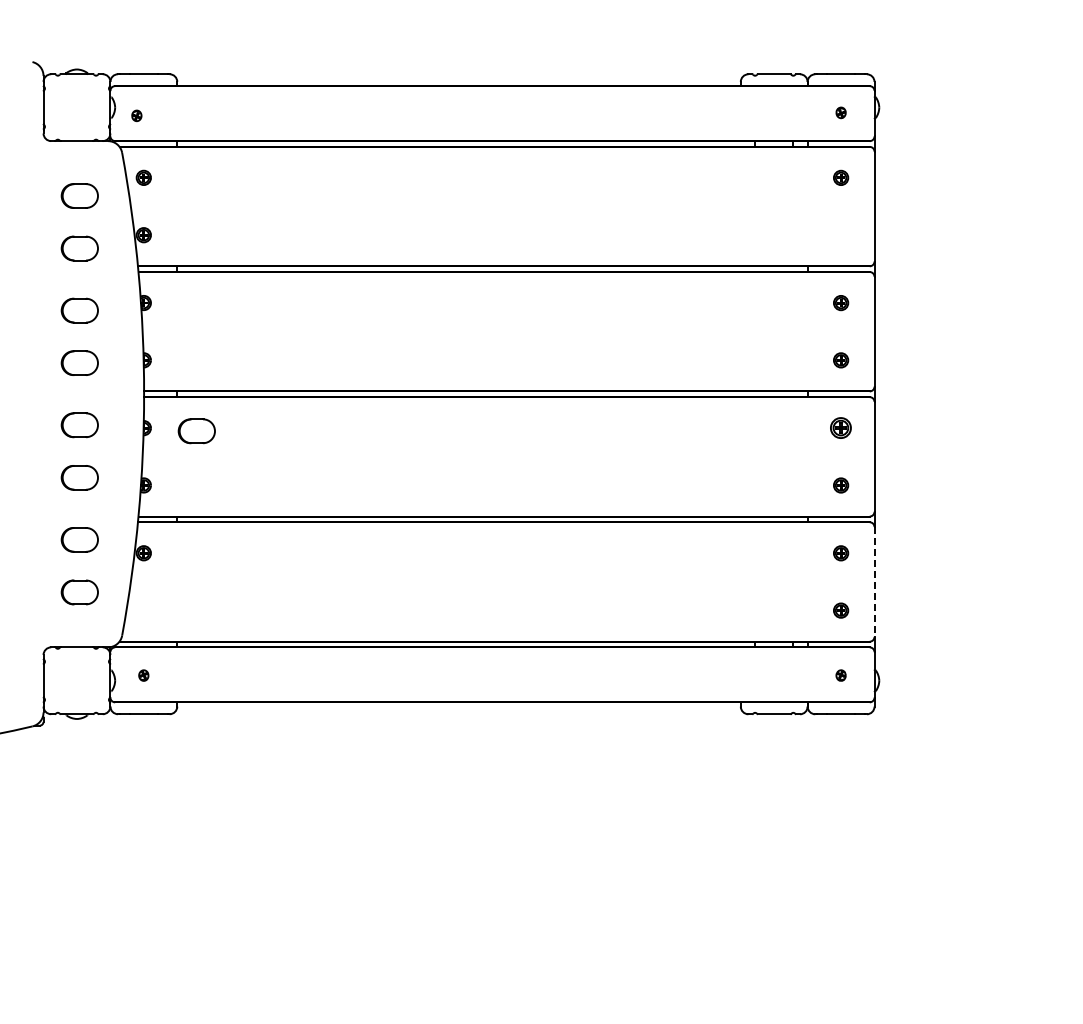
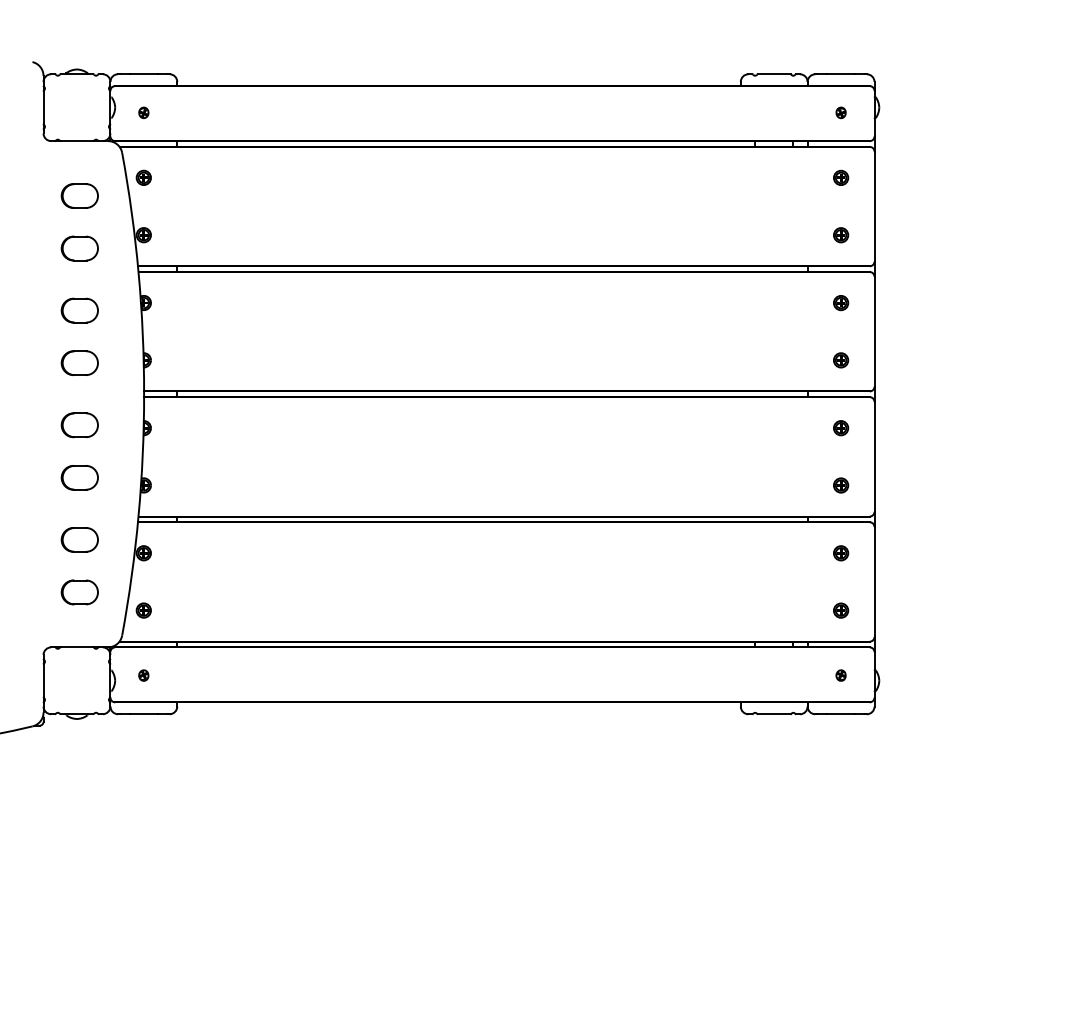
part at (136, 115) position: (136, 115) -> (143, 112)
part at (841, 235): none -> present
part at (840, 427) size: 22x22 px -> 17x17 px
part at (196, 431): present -> none
line at (874, 581): dashed -> solid
part at (143, 610): none -> present
